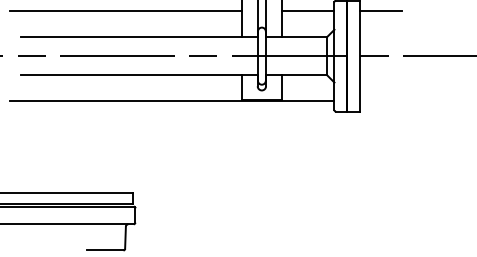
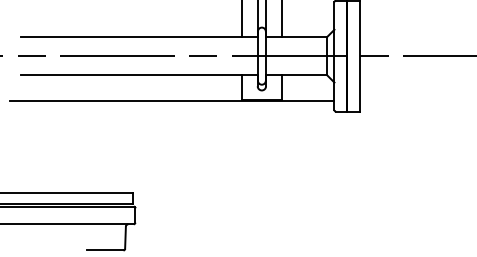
line at (126, 10): present -> none
line at (307, 10): present -> none
line at (380, 10): present -> none
